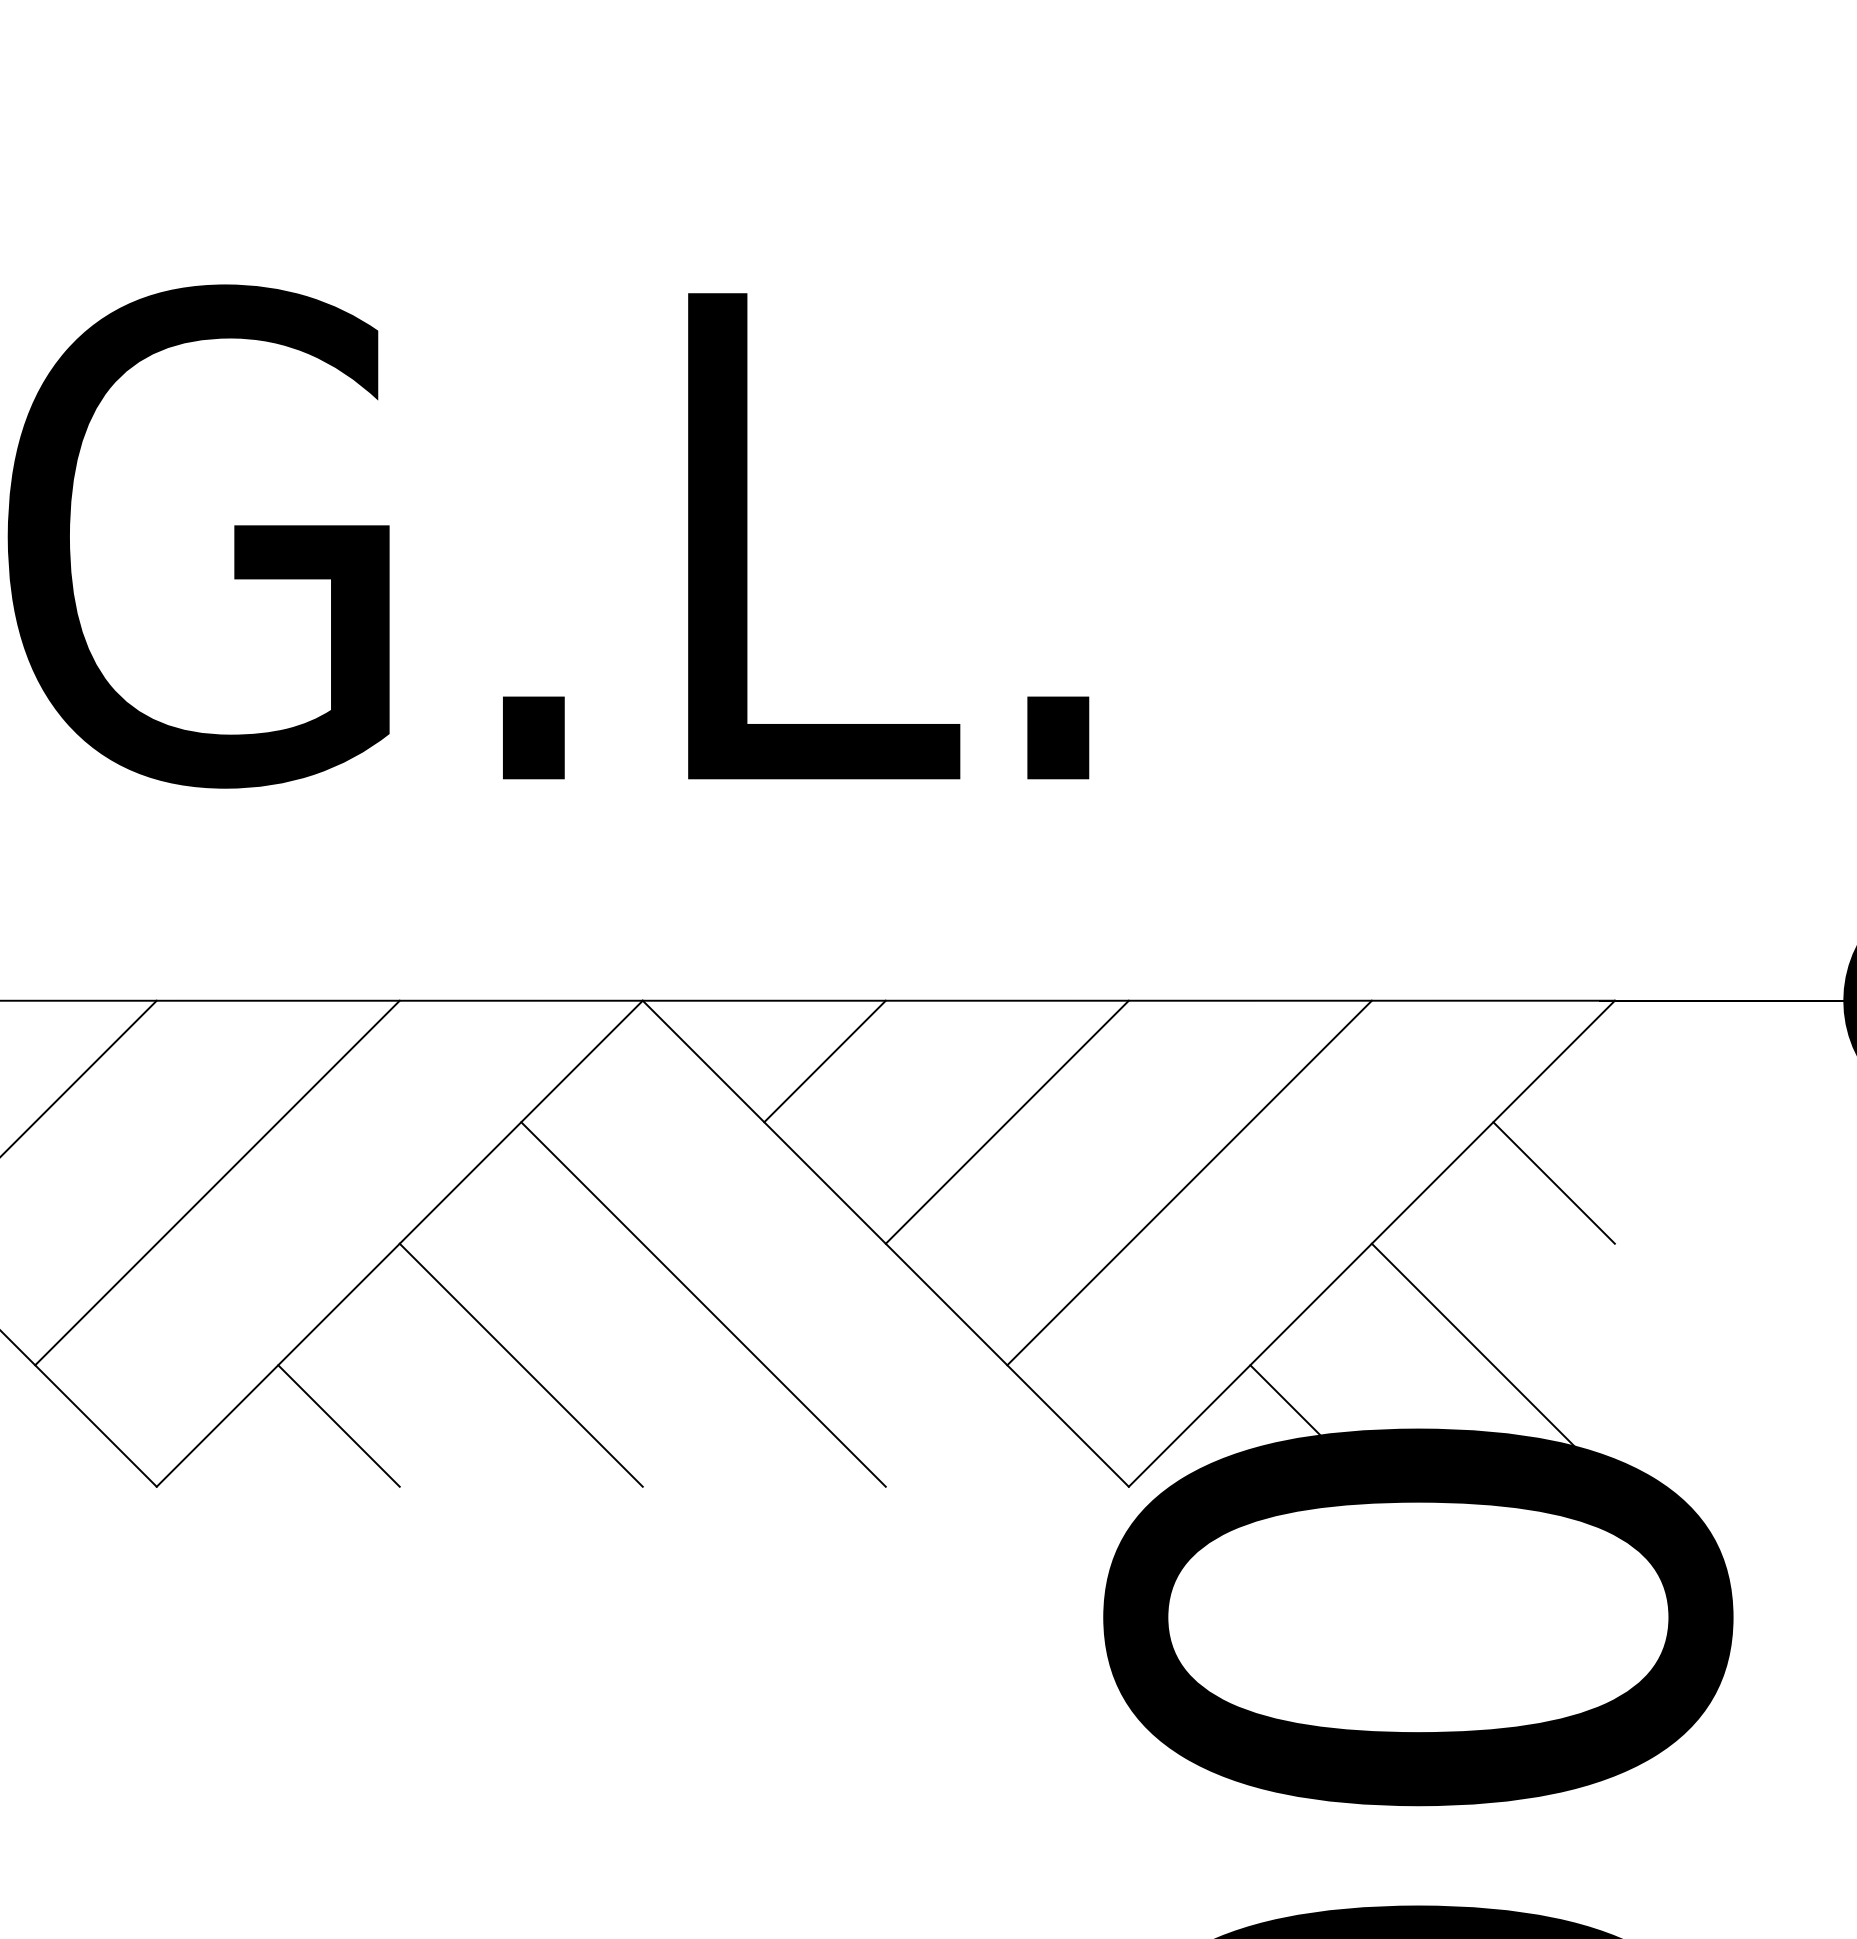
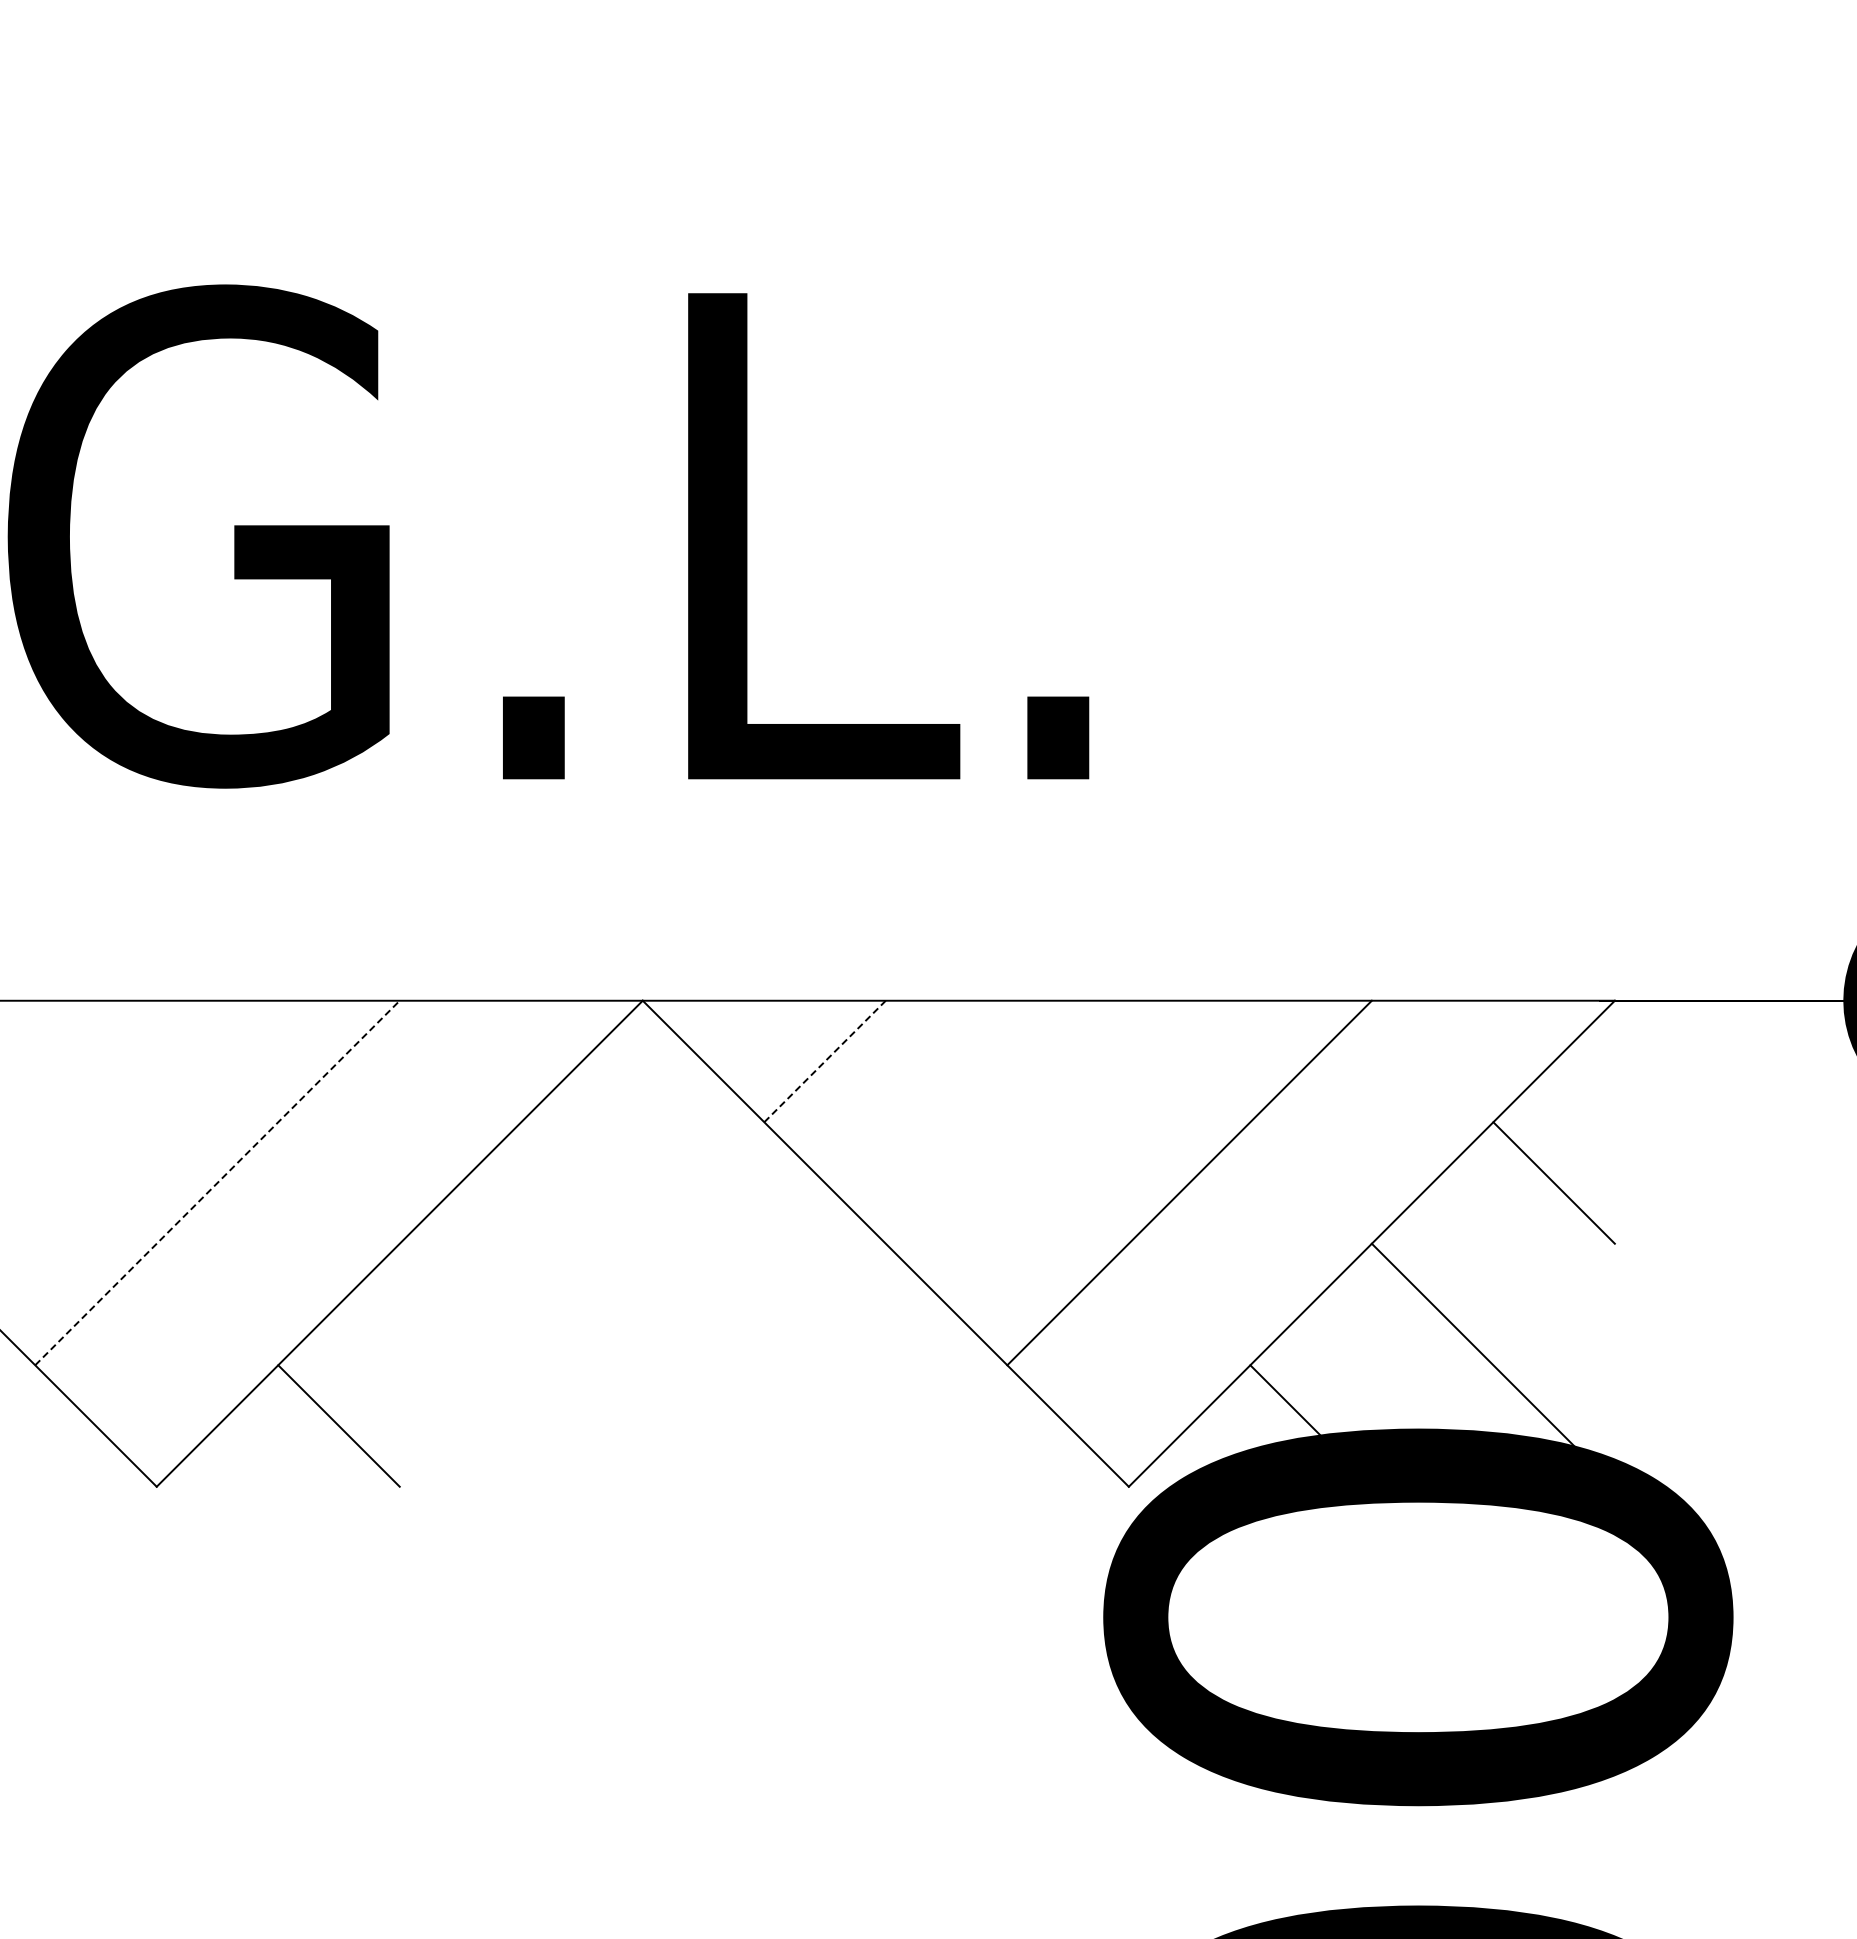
line at (825, 1061): solid -> dashed
line at (79, 1077): present -> none
line at (1006, 1121): present -> none
line at (217, 1183): solid -> dashed
line at (703, 1304): present -> none
line at (520, 1364): present -> none
